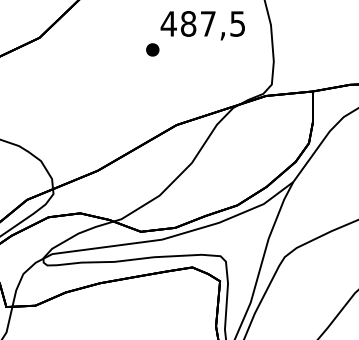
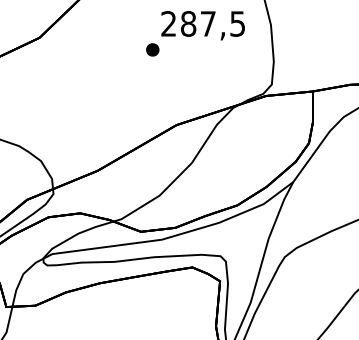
text at (168, 23): 487,5 -> 287,5
